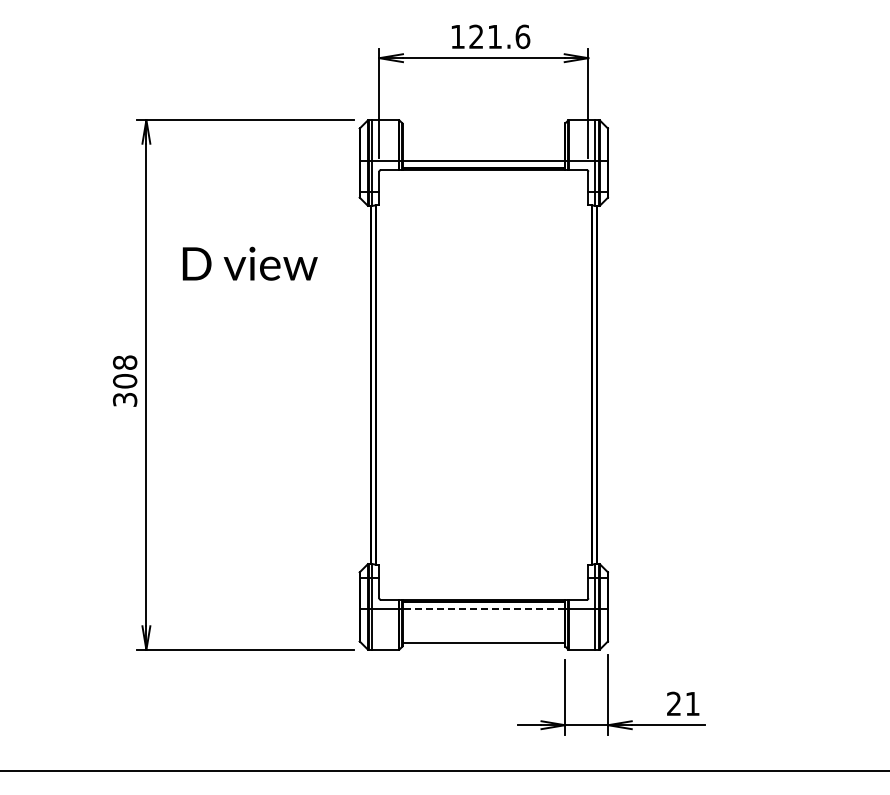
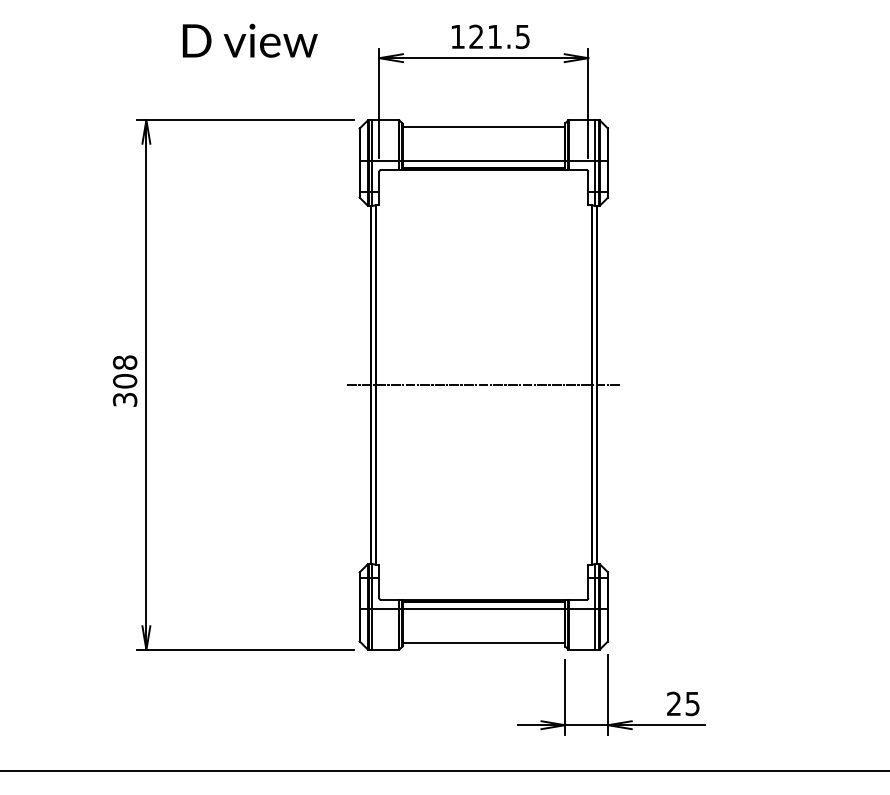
text at (522, 36): 121.6 -> 121.5
line at (483, 126): none -> present
text at (249, 263) position: (249, 263) -> (249, 40)
line at (483, 385): none -> present
line at (483, 608): dashed -> solid
text at (692, 704): 21 -> 25
